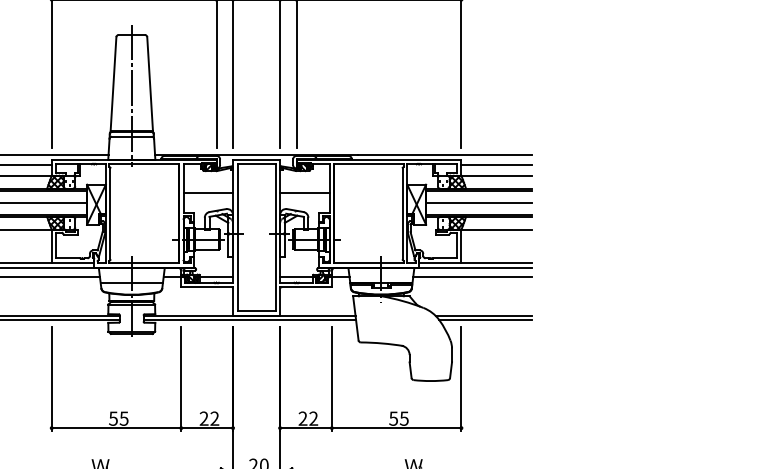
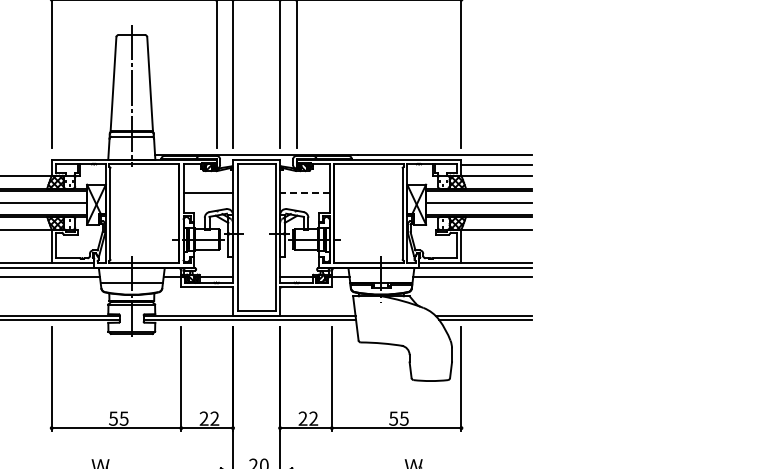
line at (55, 155): present -> none
line at (26, 164): present -> none
line at (304, 193): solid -> dashed
